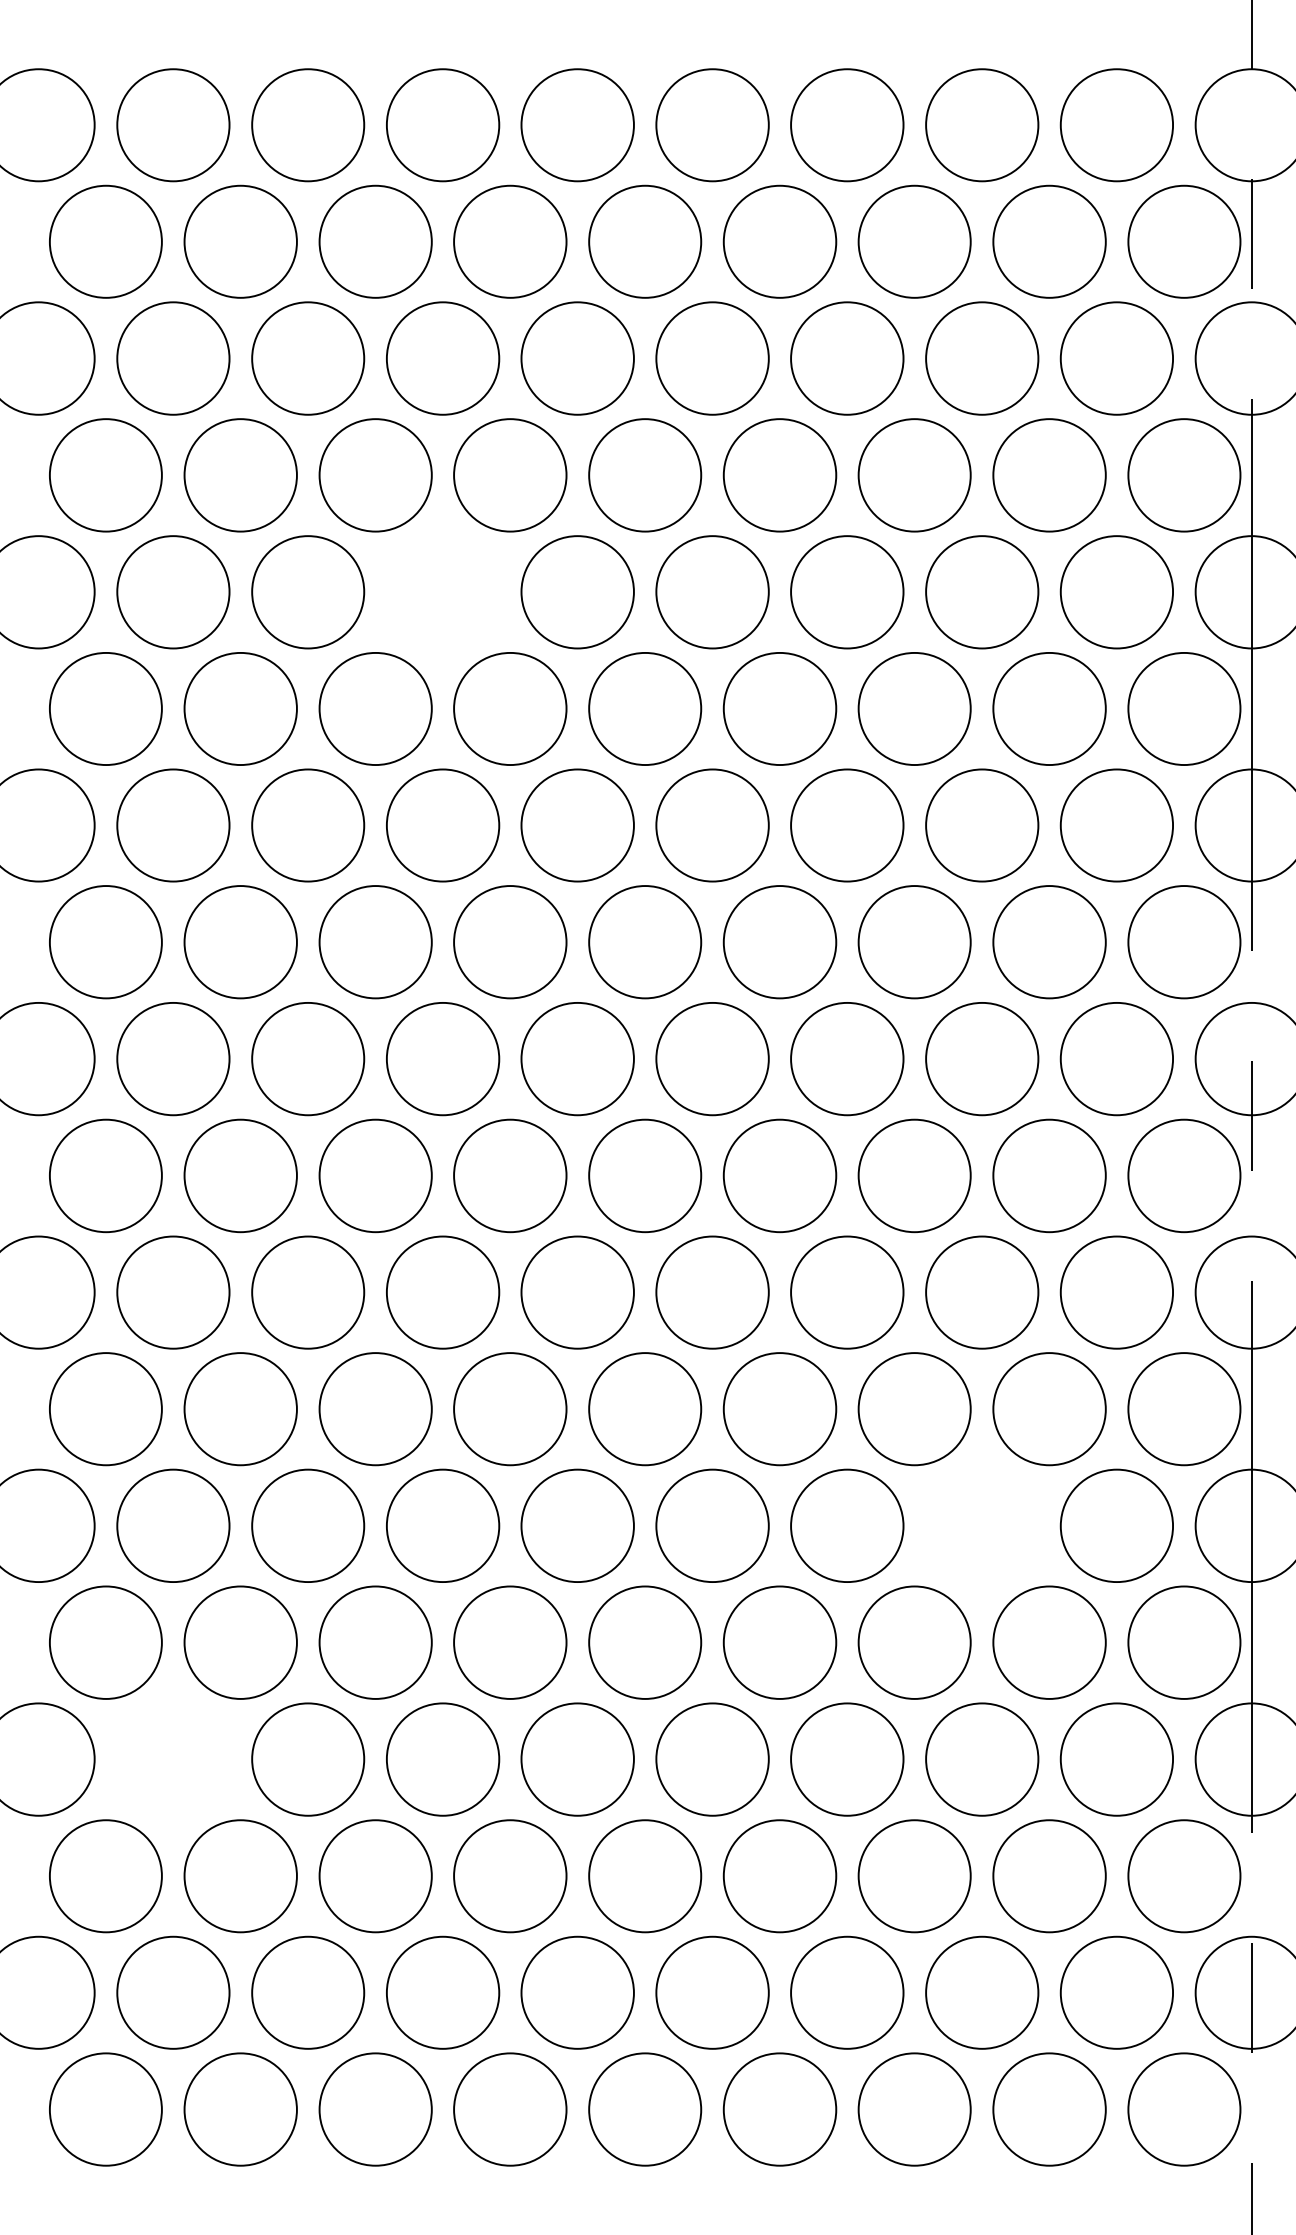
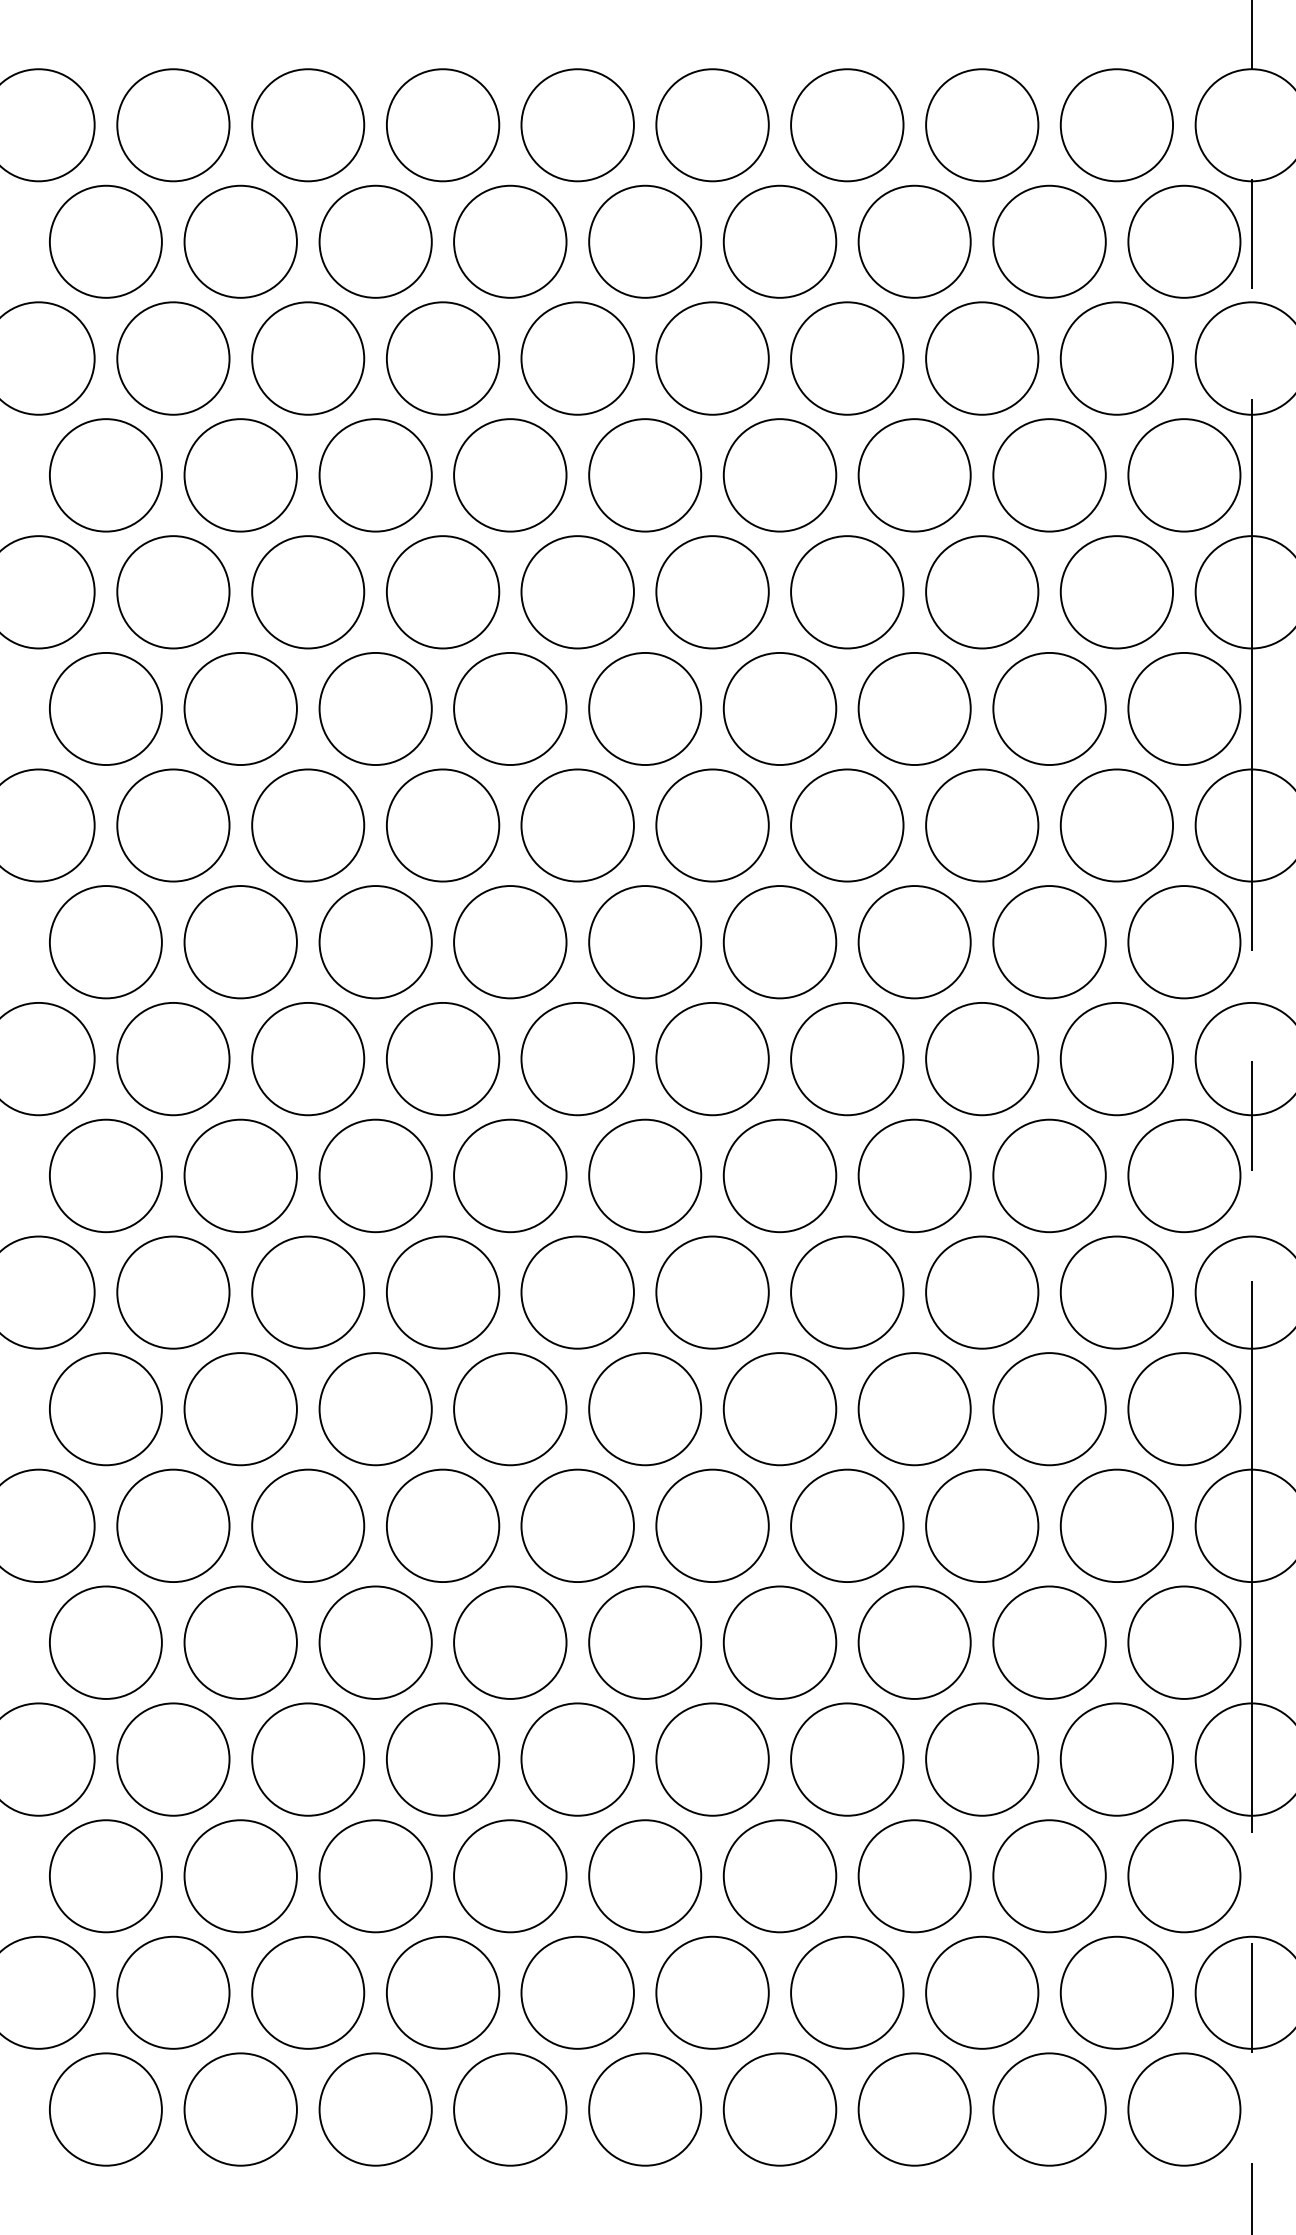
part at (443, 592): none -> present
part at (982, 1525): none -> present
part at (173, 1759): none -> present
